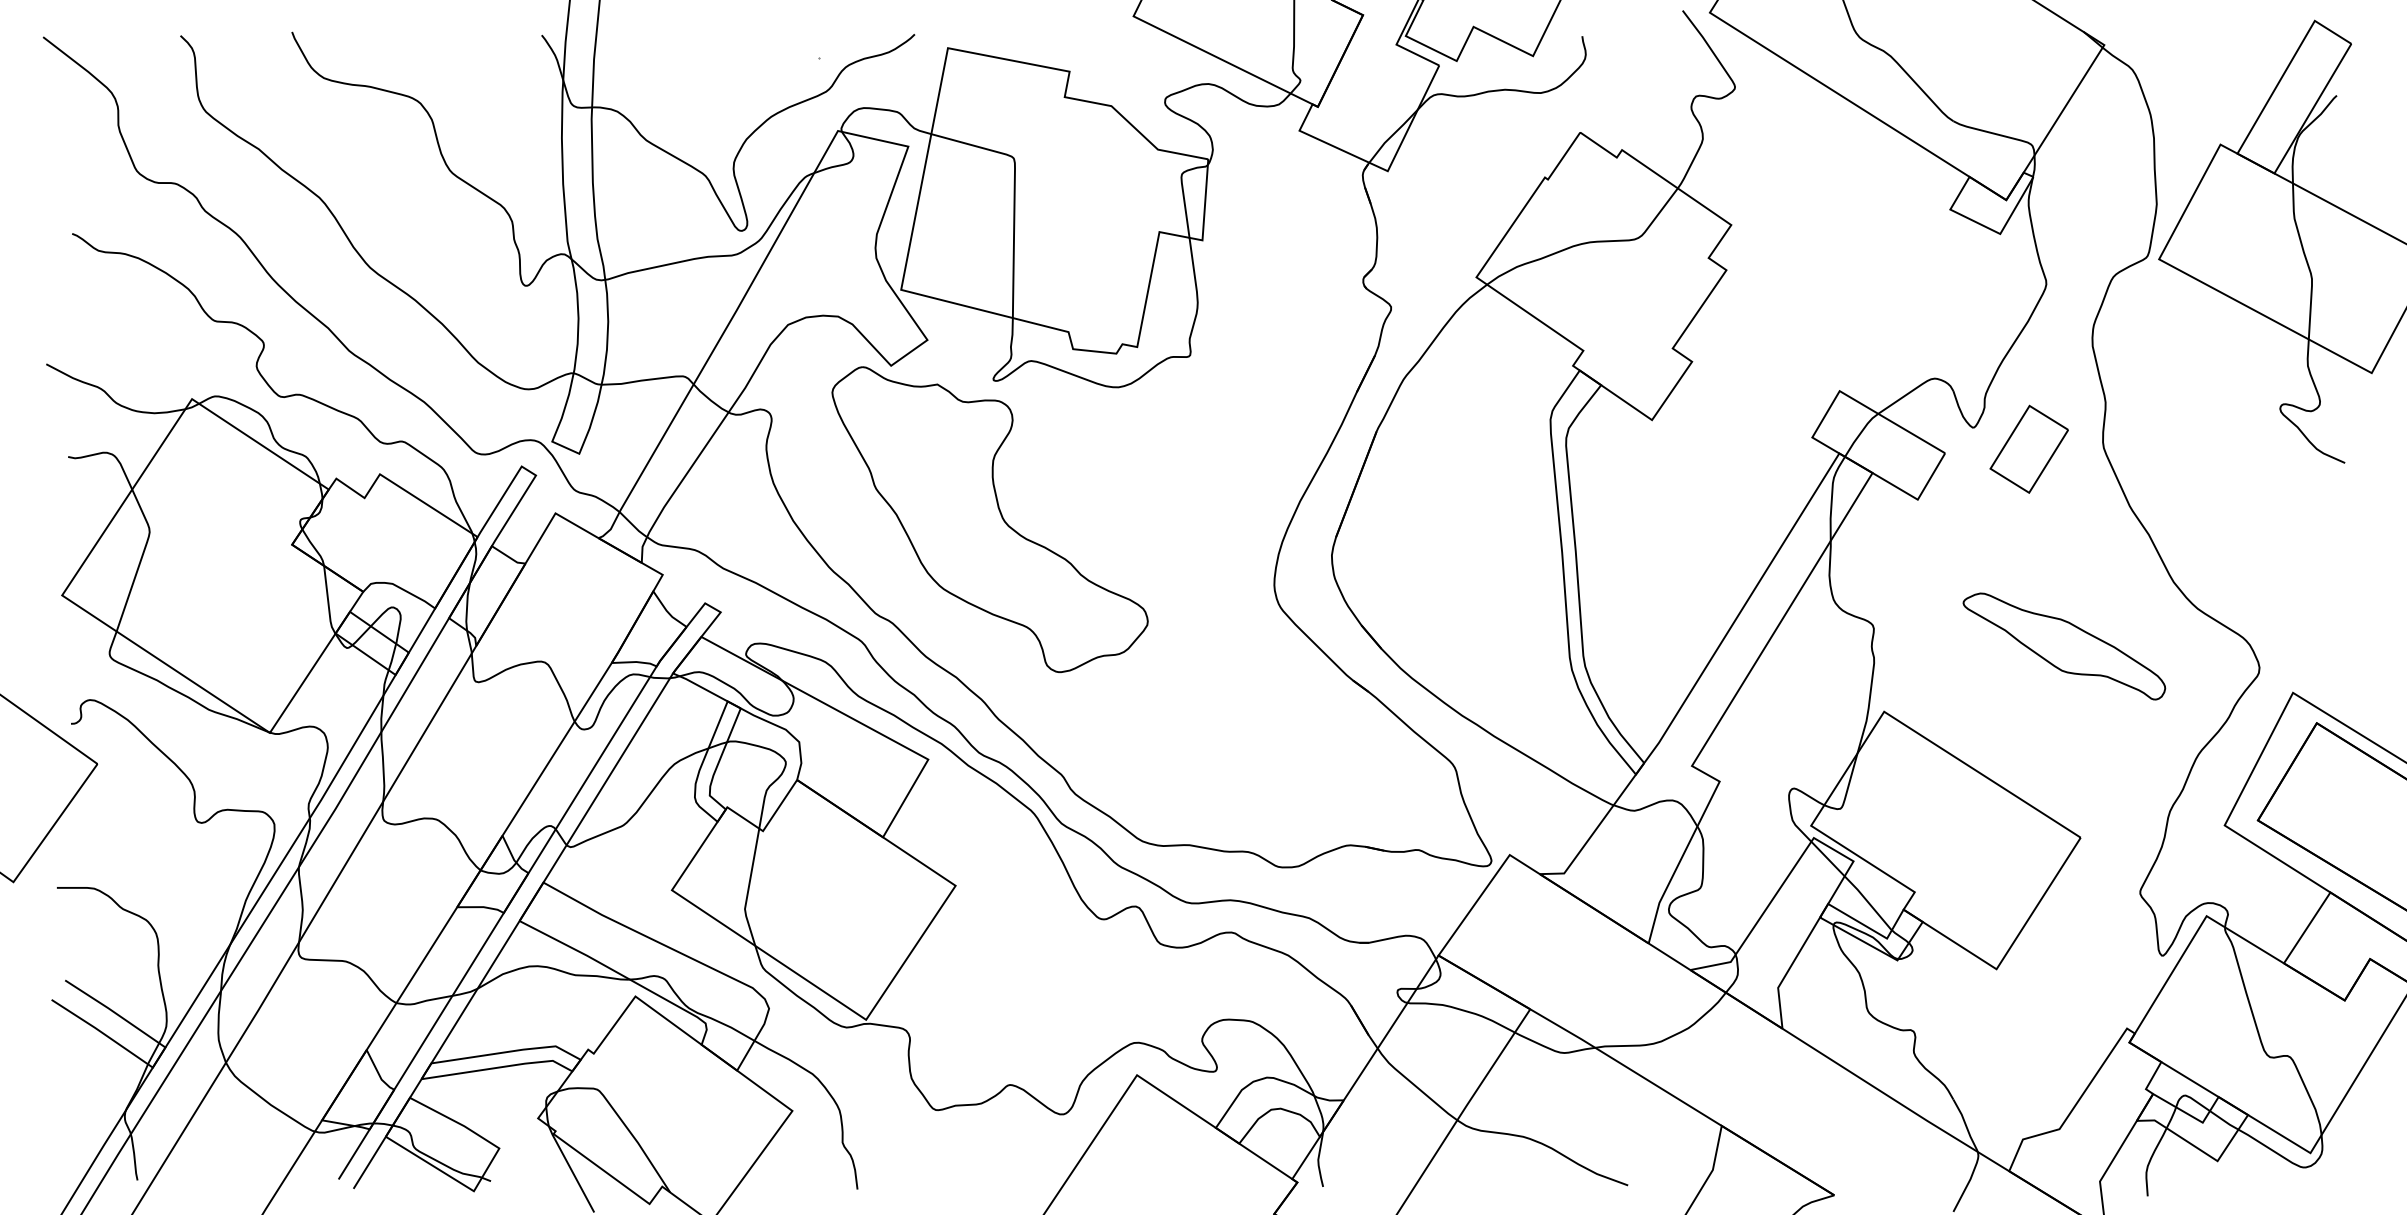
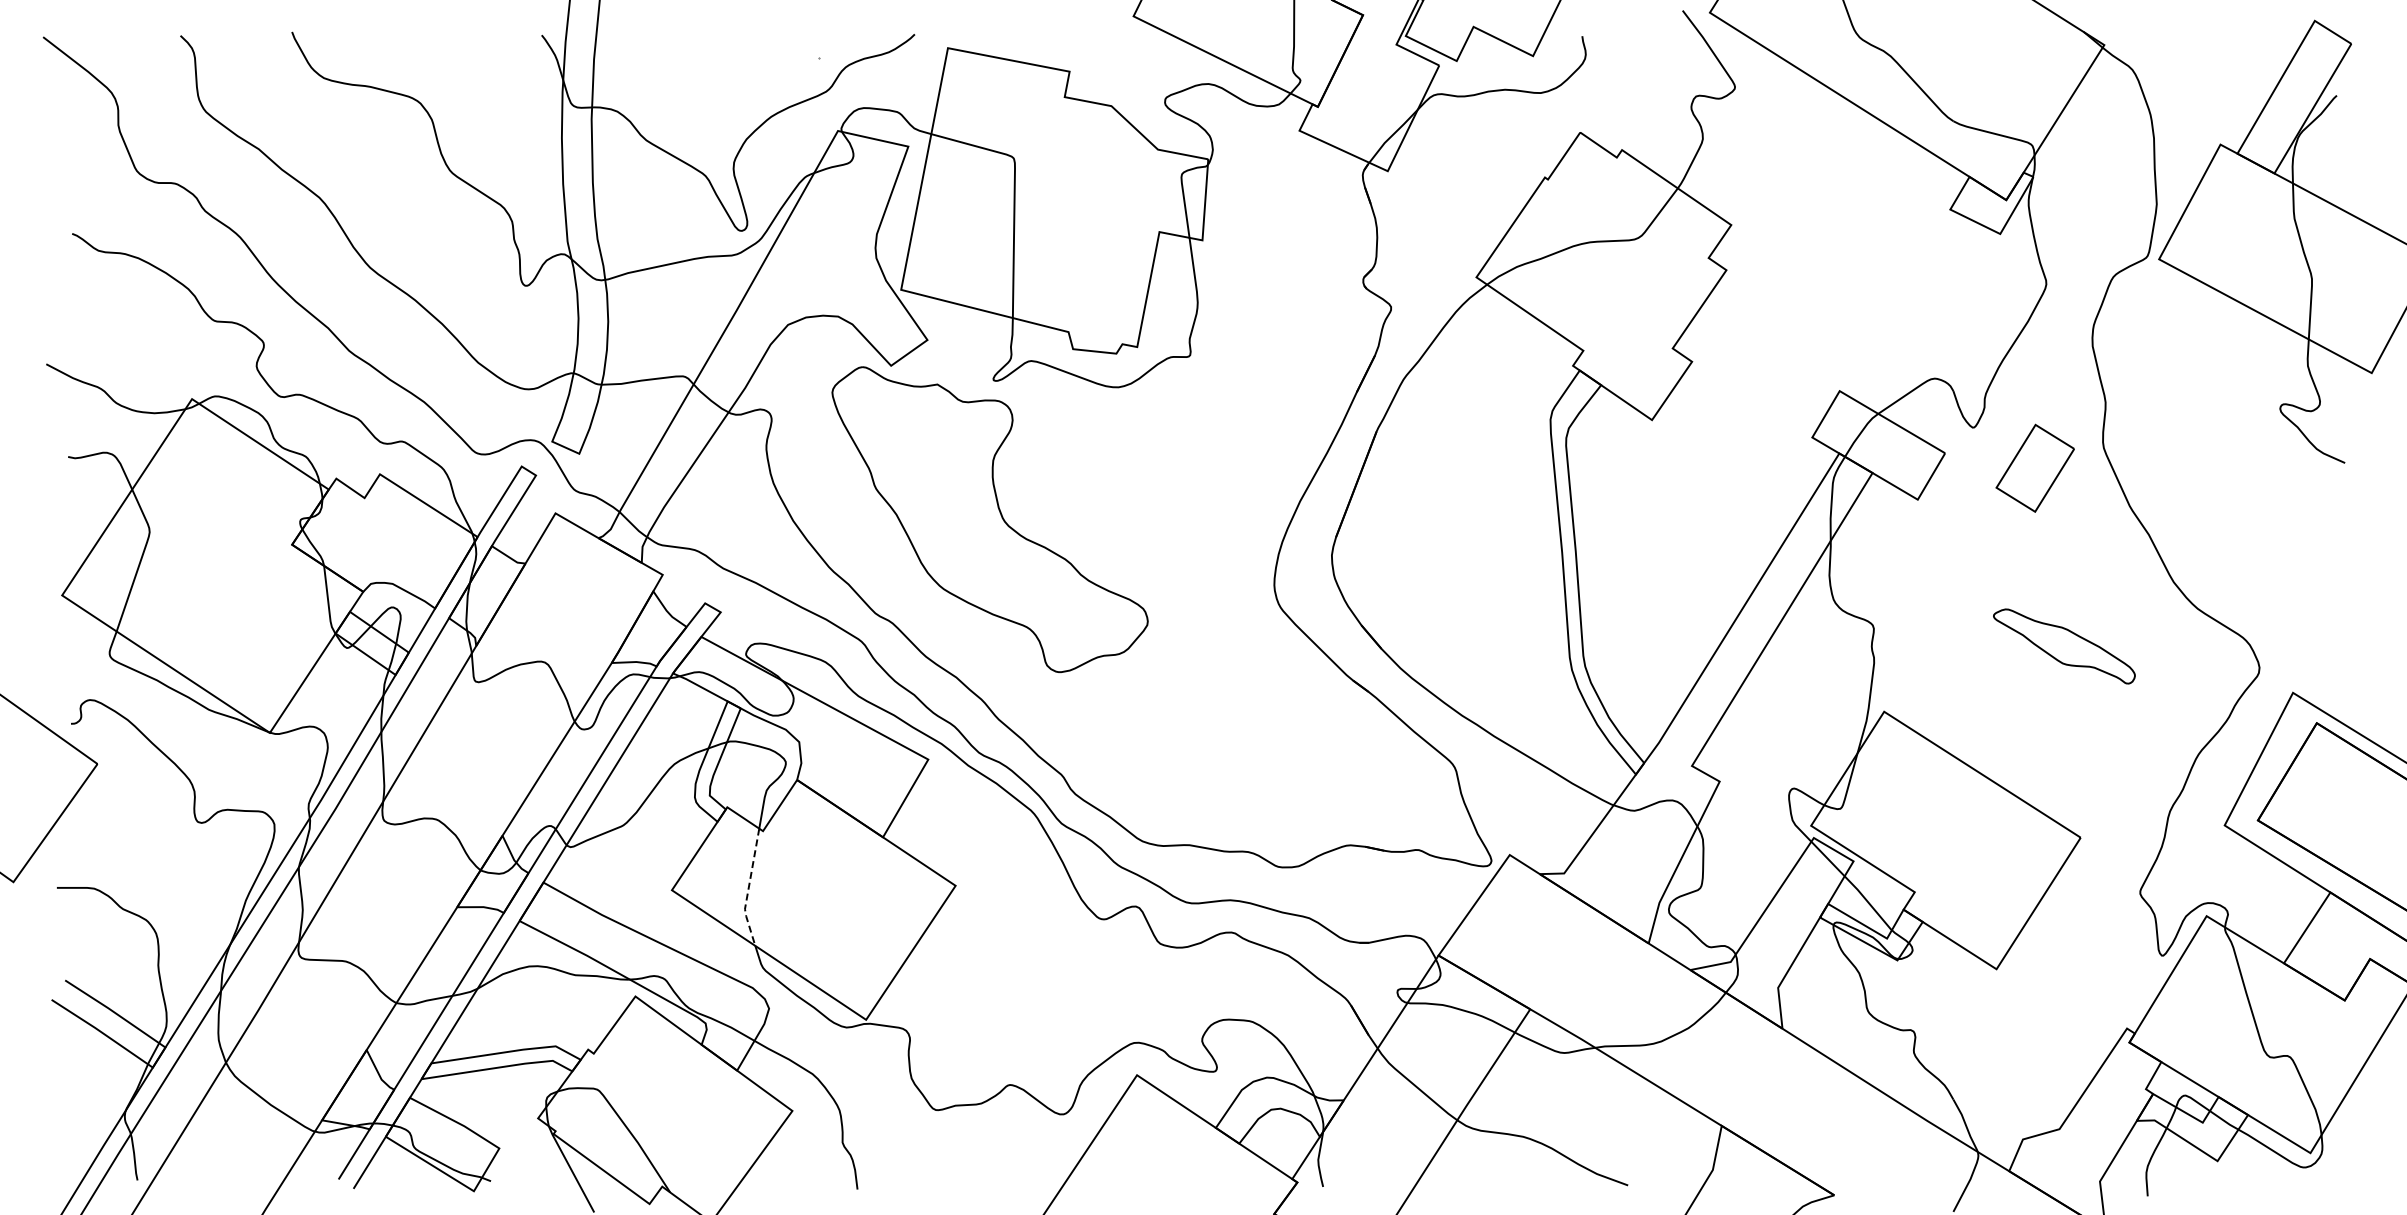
part at (2028, 448) position: (2028, 448) -> (2034, 467)
part at (2064, 646) size: 205x109 px -> 143x77 px
line at (748, 889): solid -> dashed
